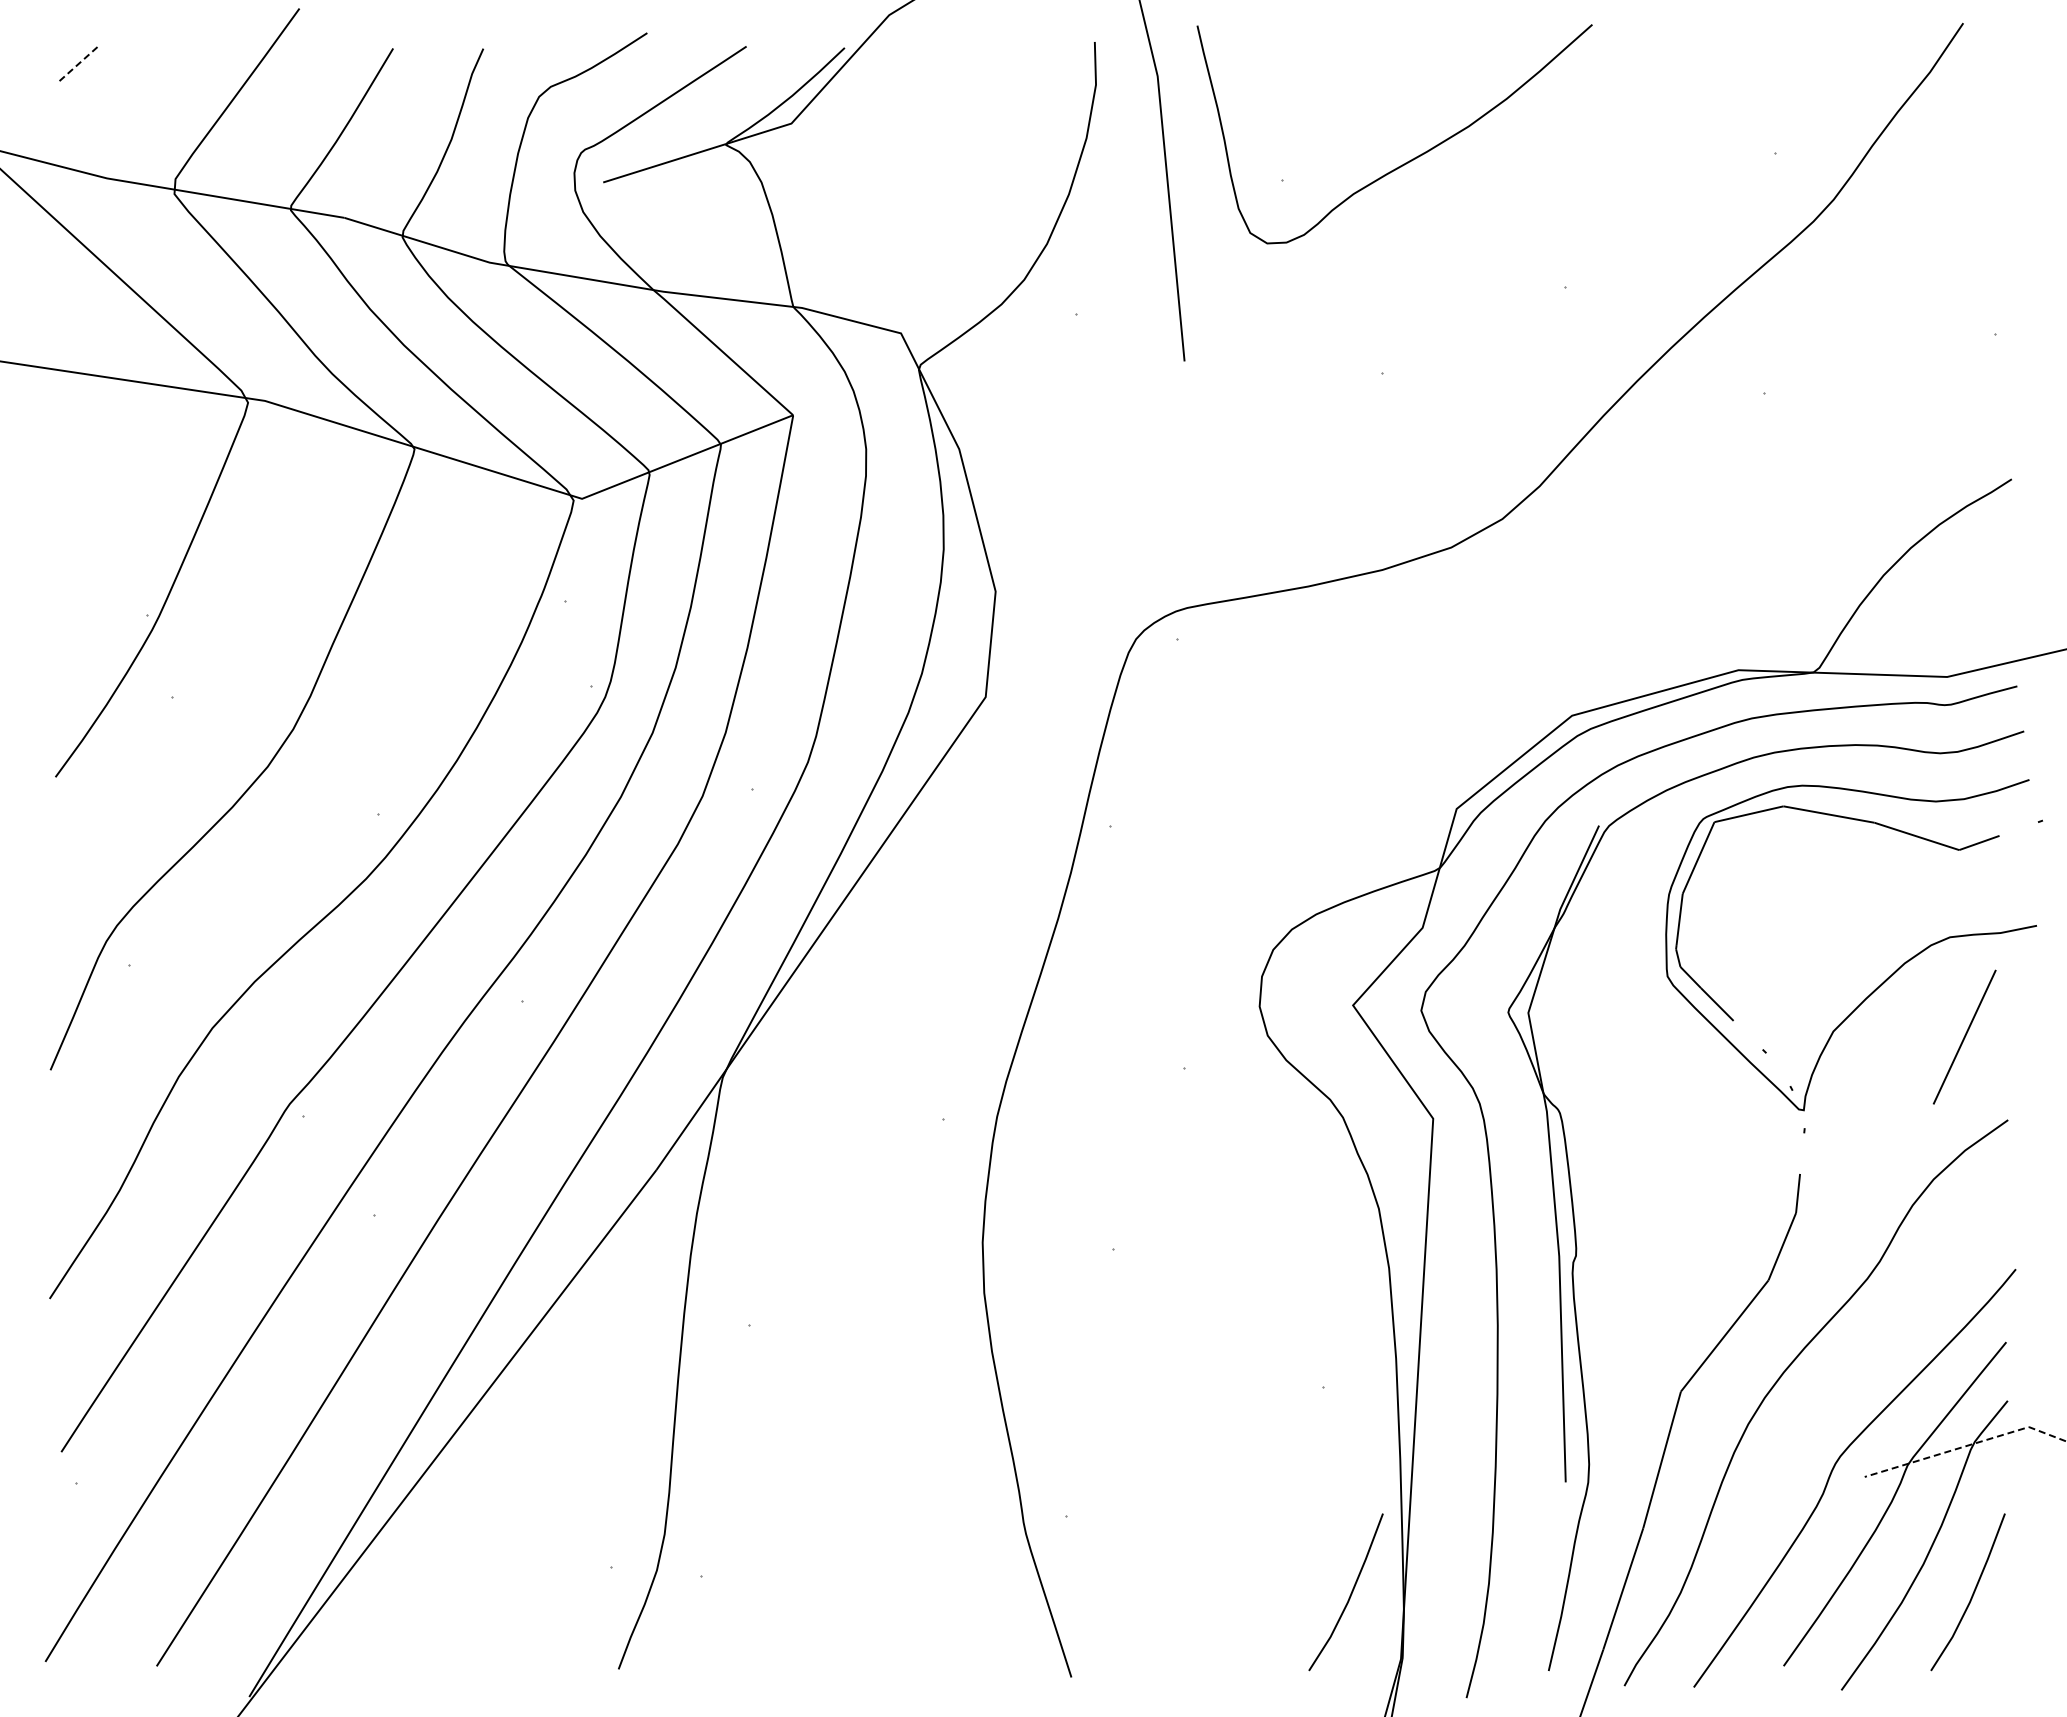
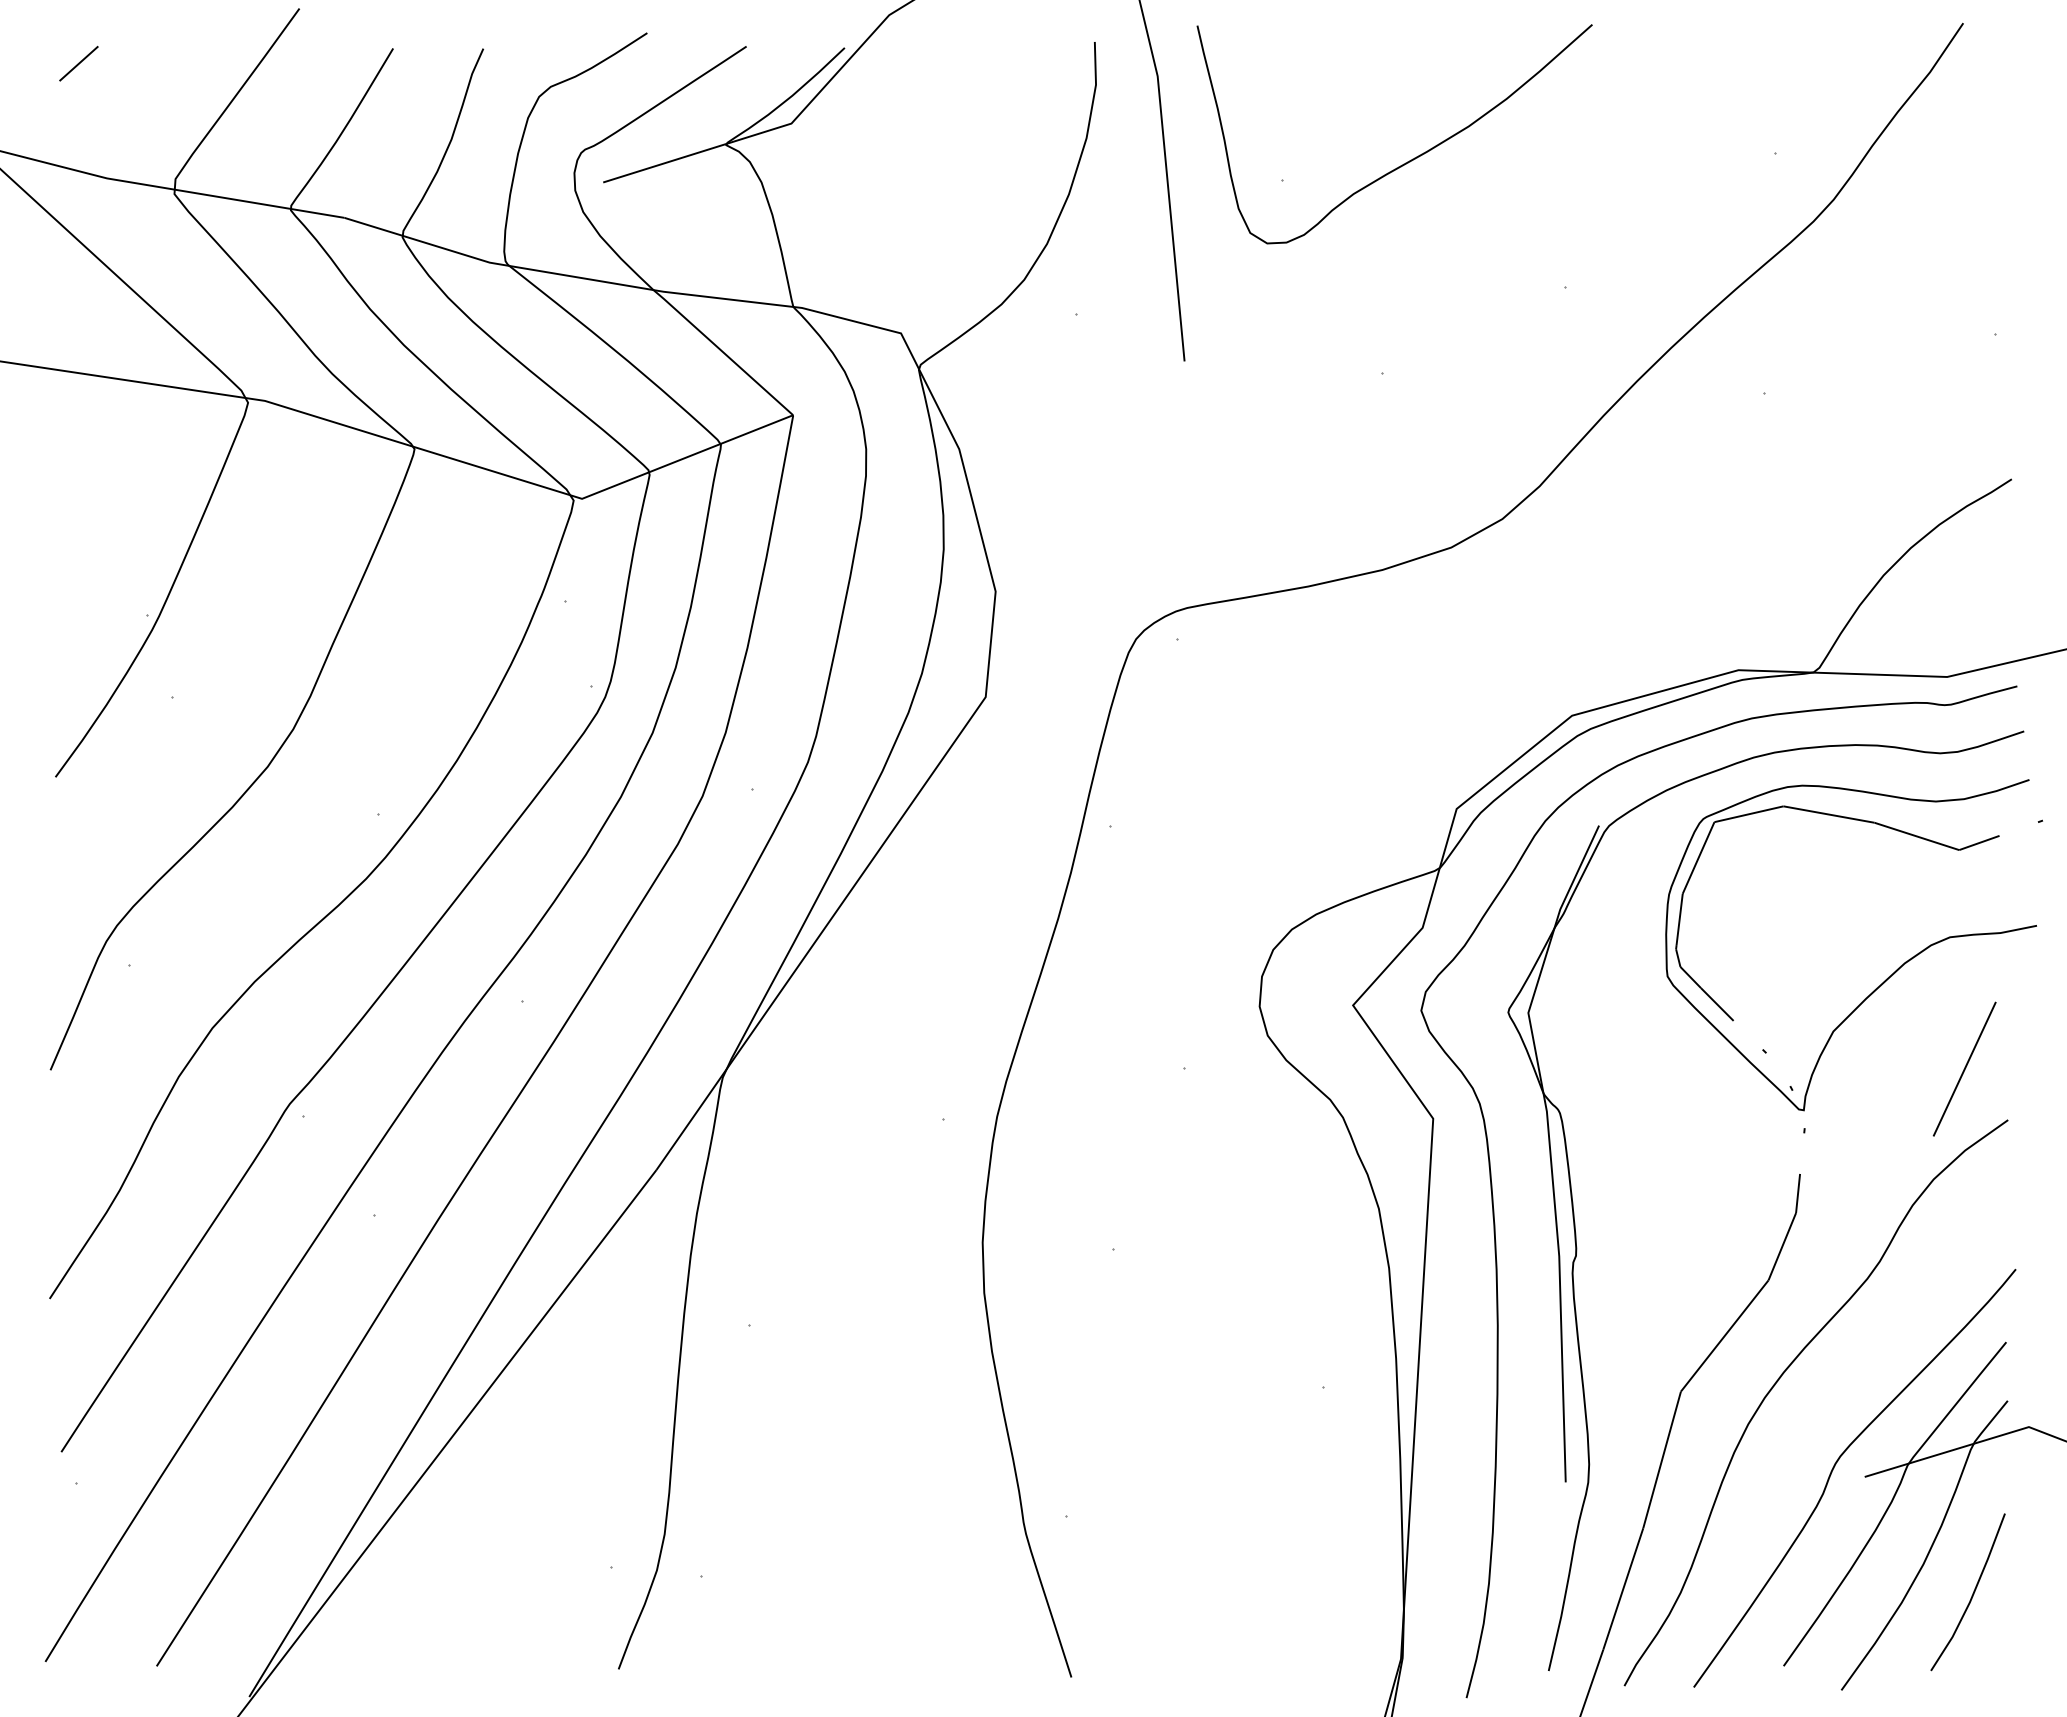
line at (79, 63): dashed -> solid
line at (1964, 1036) position: (1964, 1036) -> (1964, 1068)
line at (1965, 1446): dashed -> solid
line at (1349, 1595): present -> none
